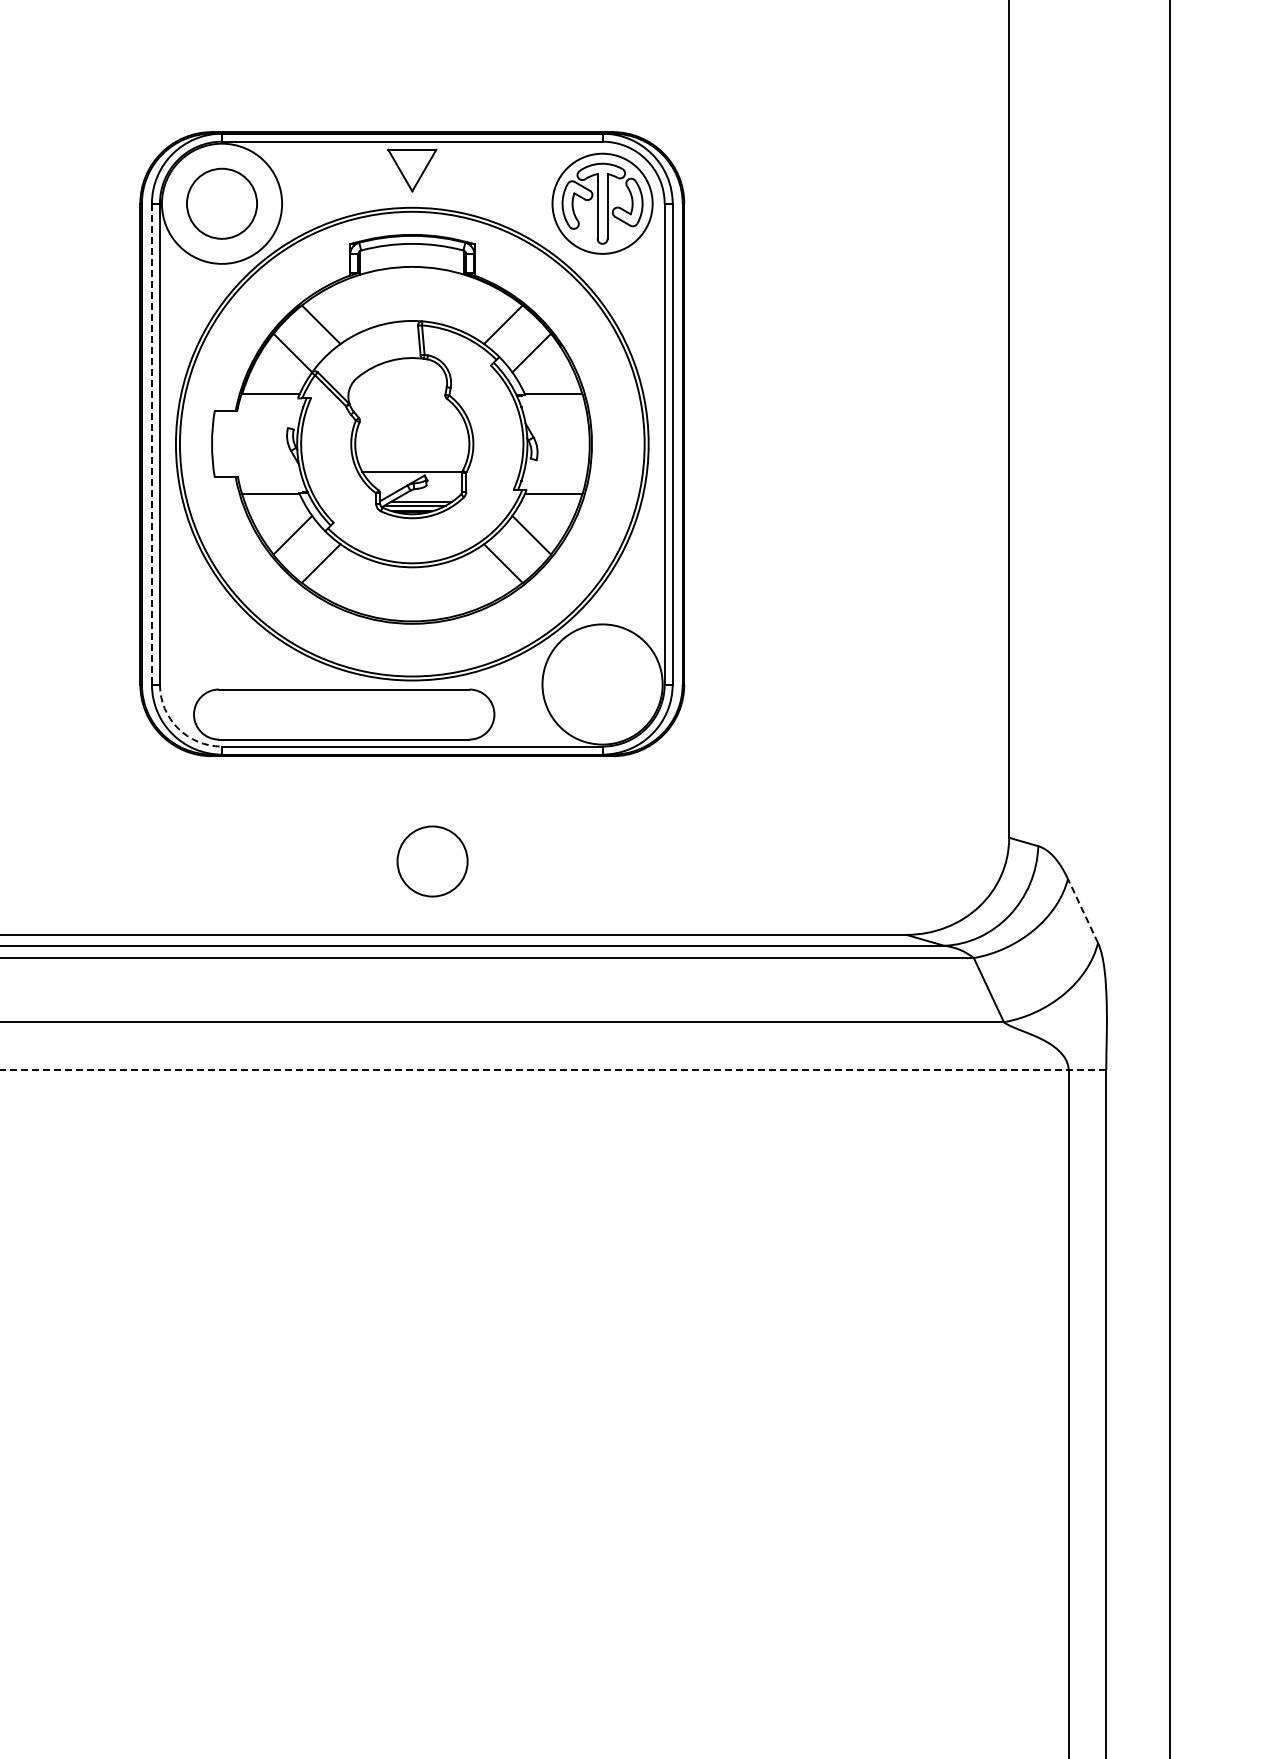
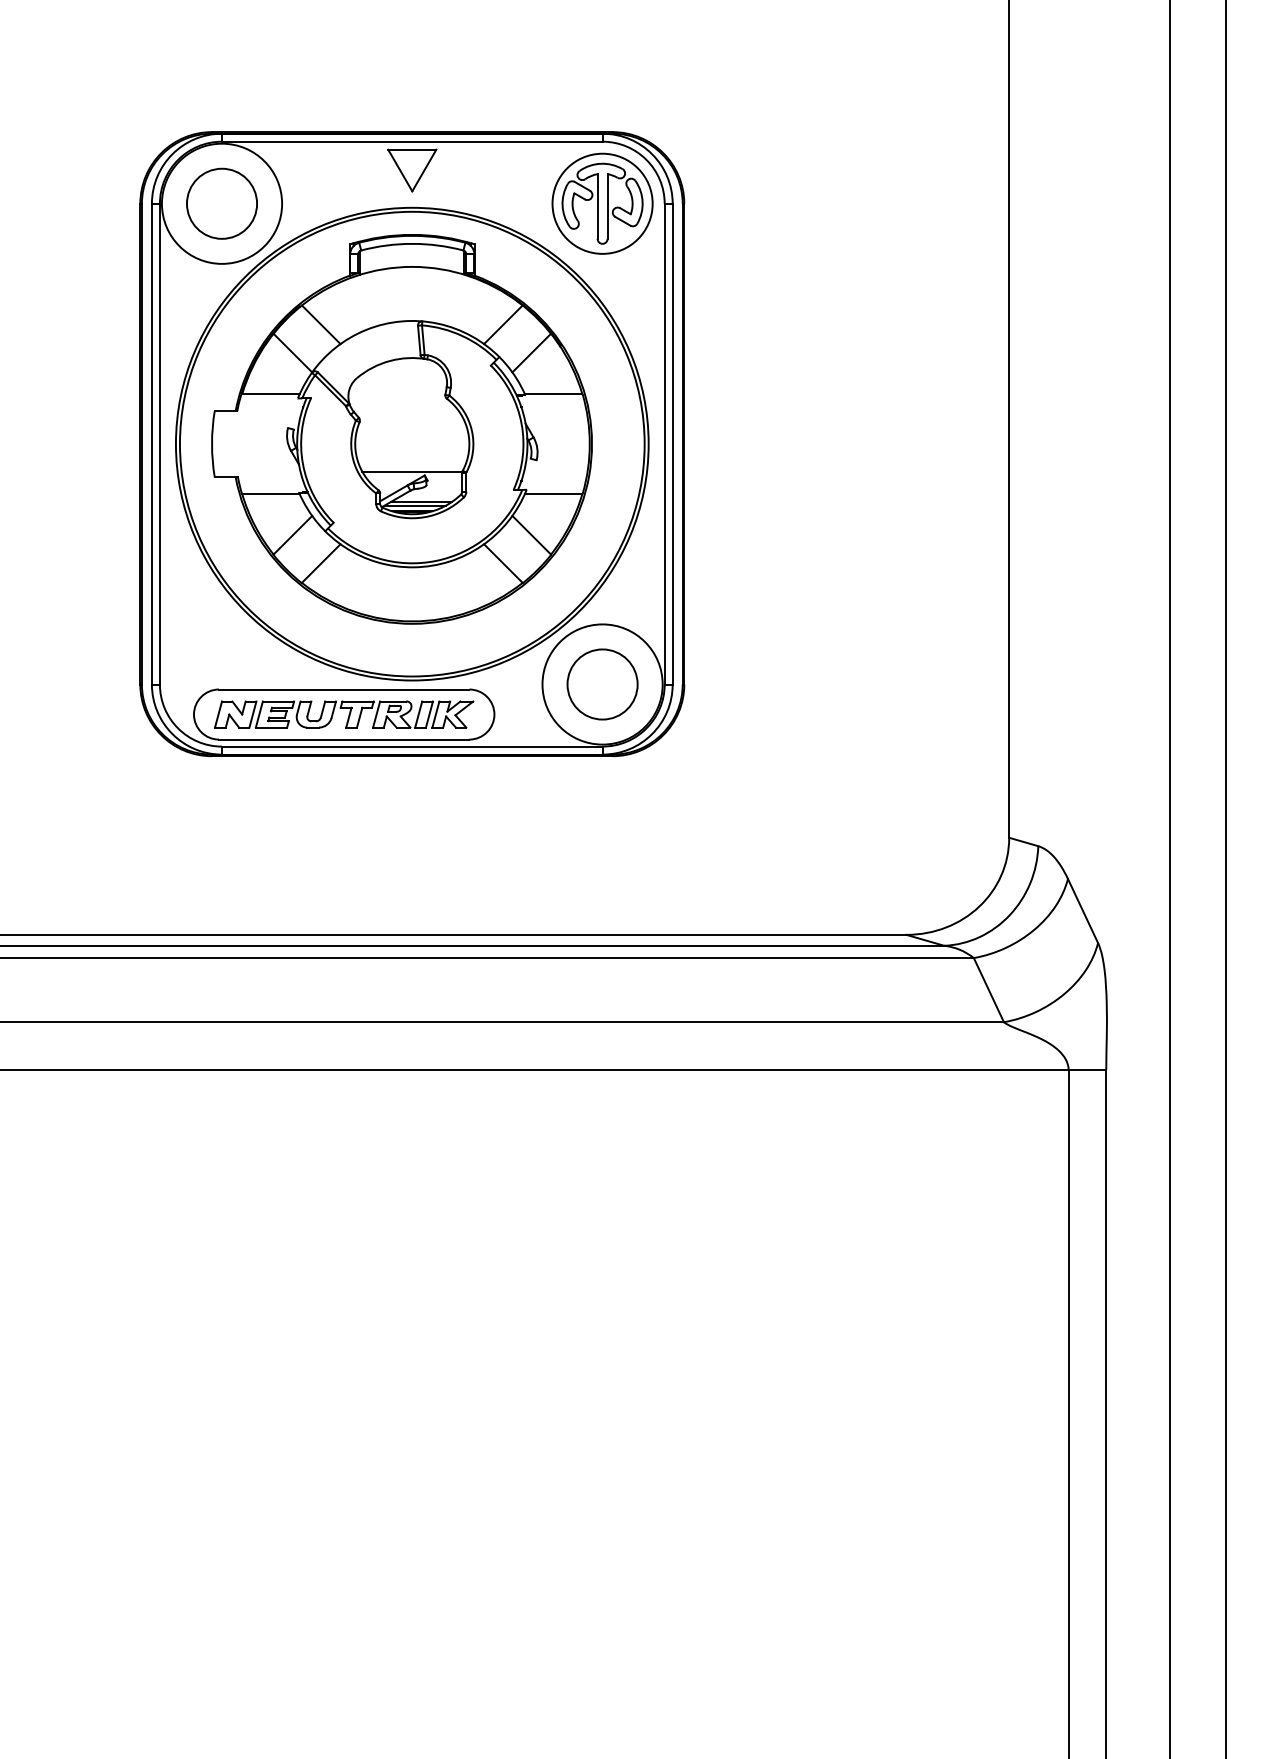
line at (151, 444): dashed -> solid
part at (344, 714): none -> present
arc at (178, 728): dashed -> solid
circle at (432, 861) position: (432, 861) -> (602, 684)
line at (1226, 878): none -> present
line at (1082, 910): dashed -> solid
line at (553, 1069): dashed -> solid
